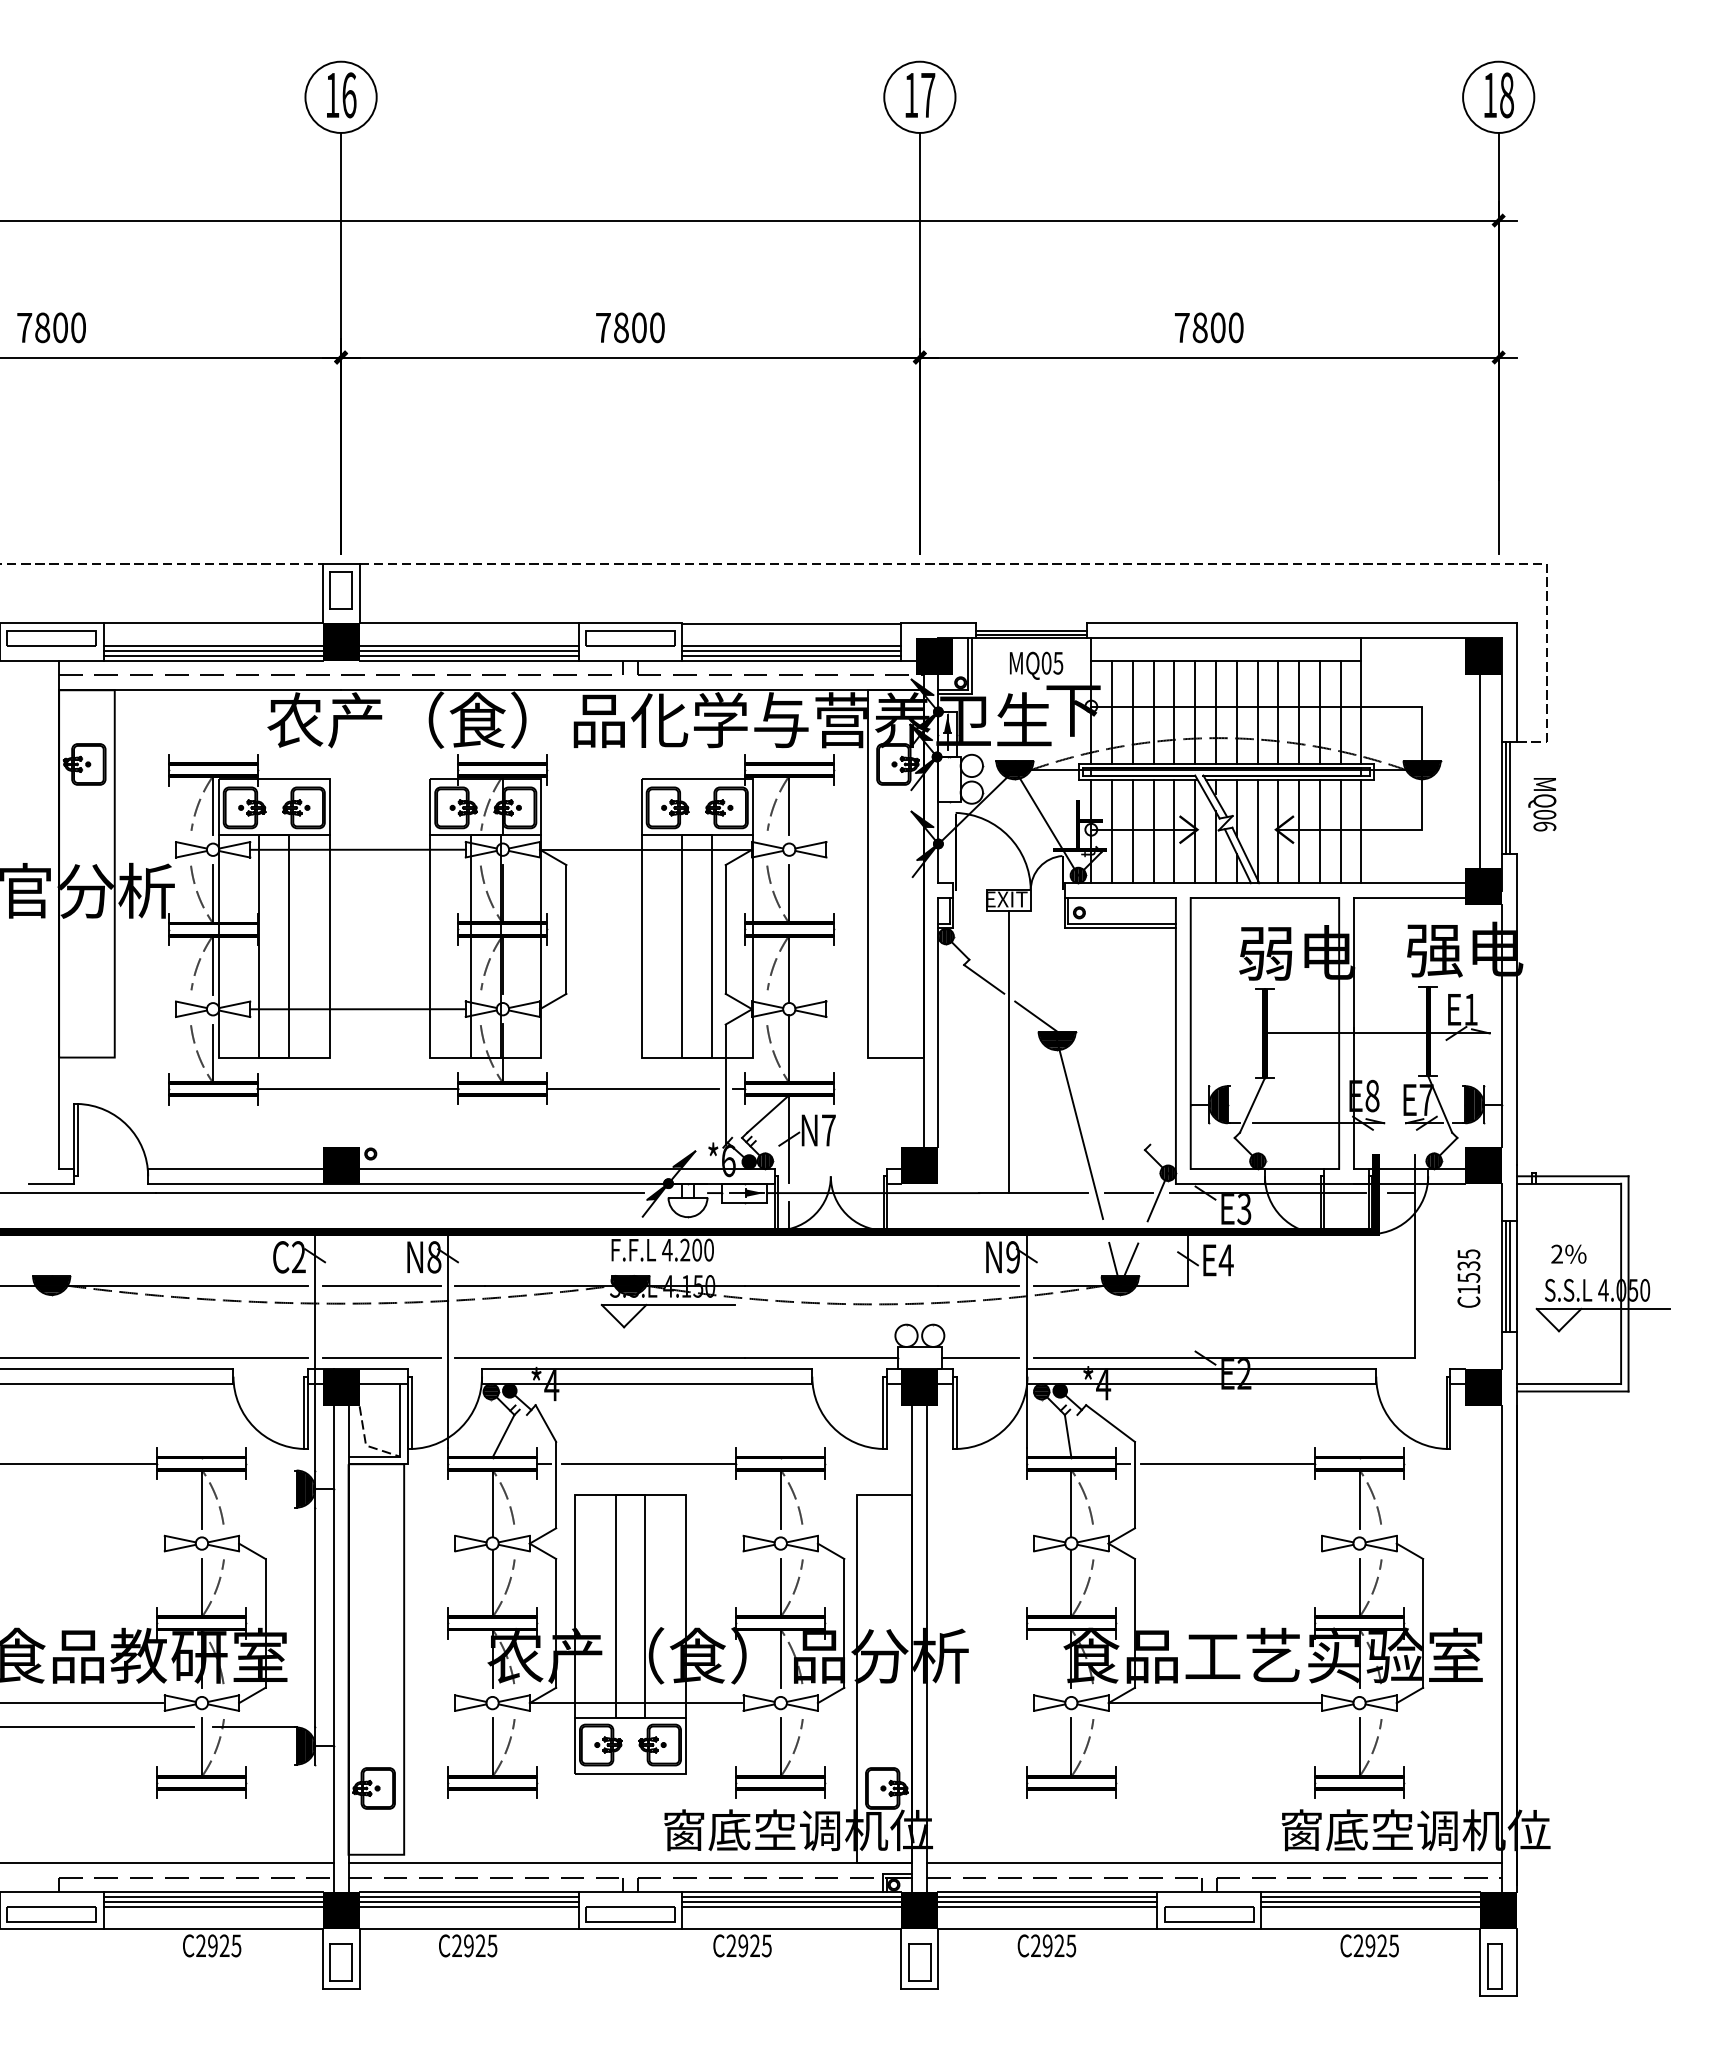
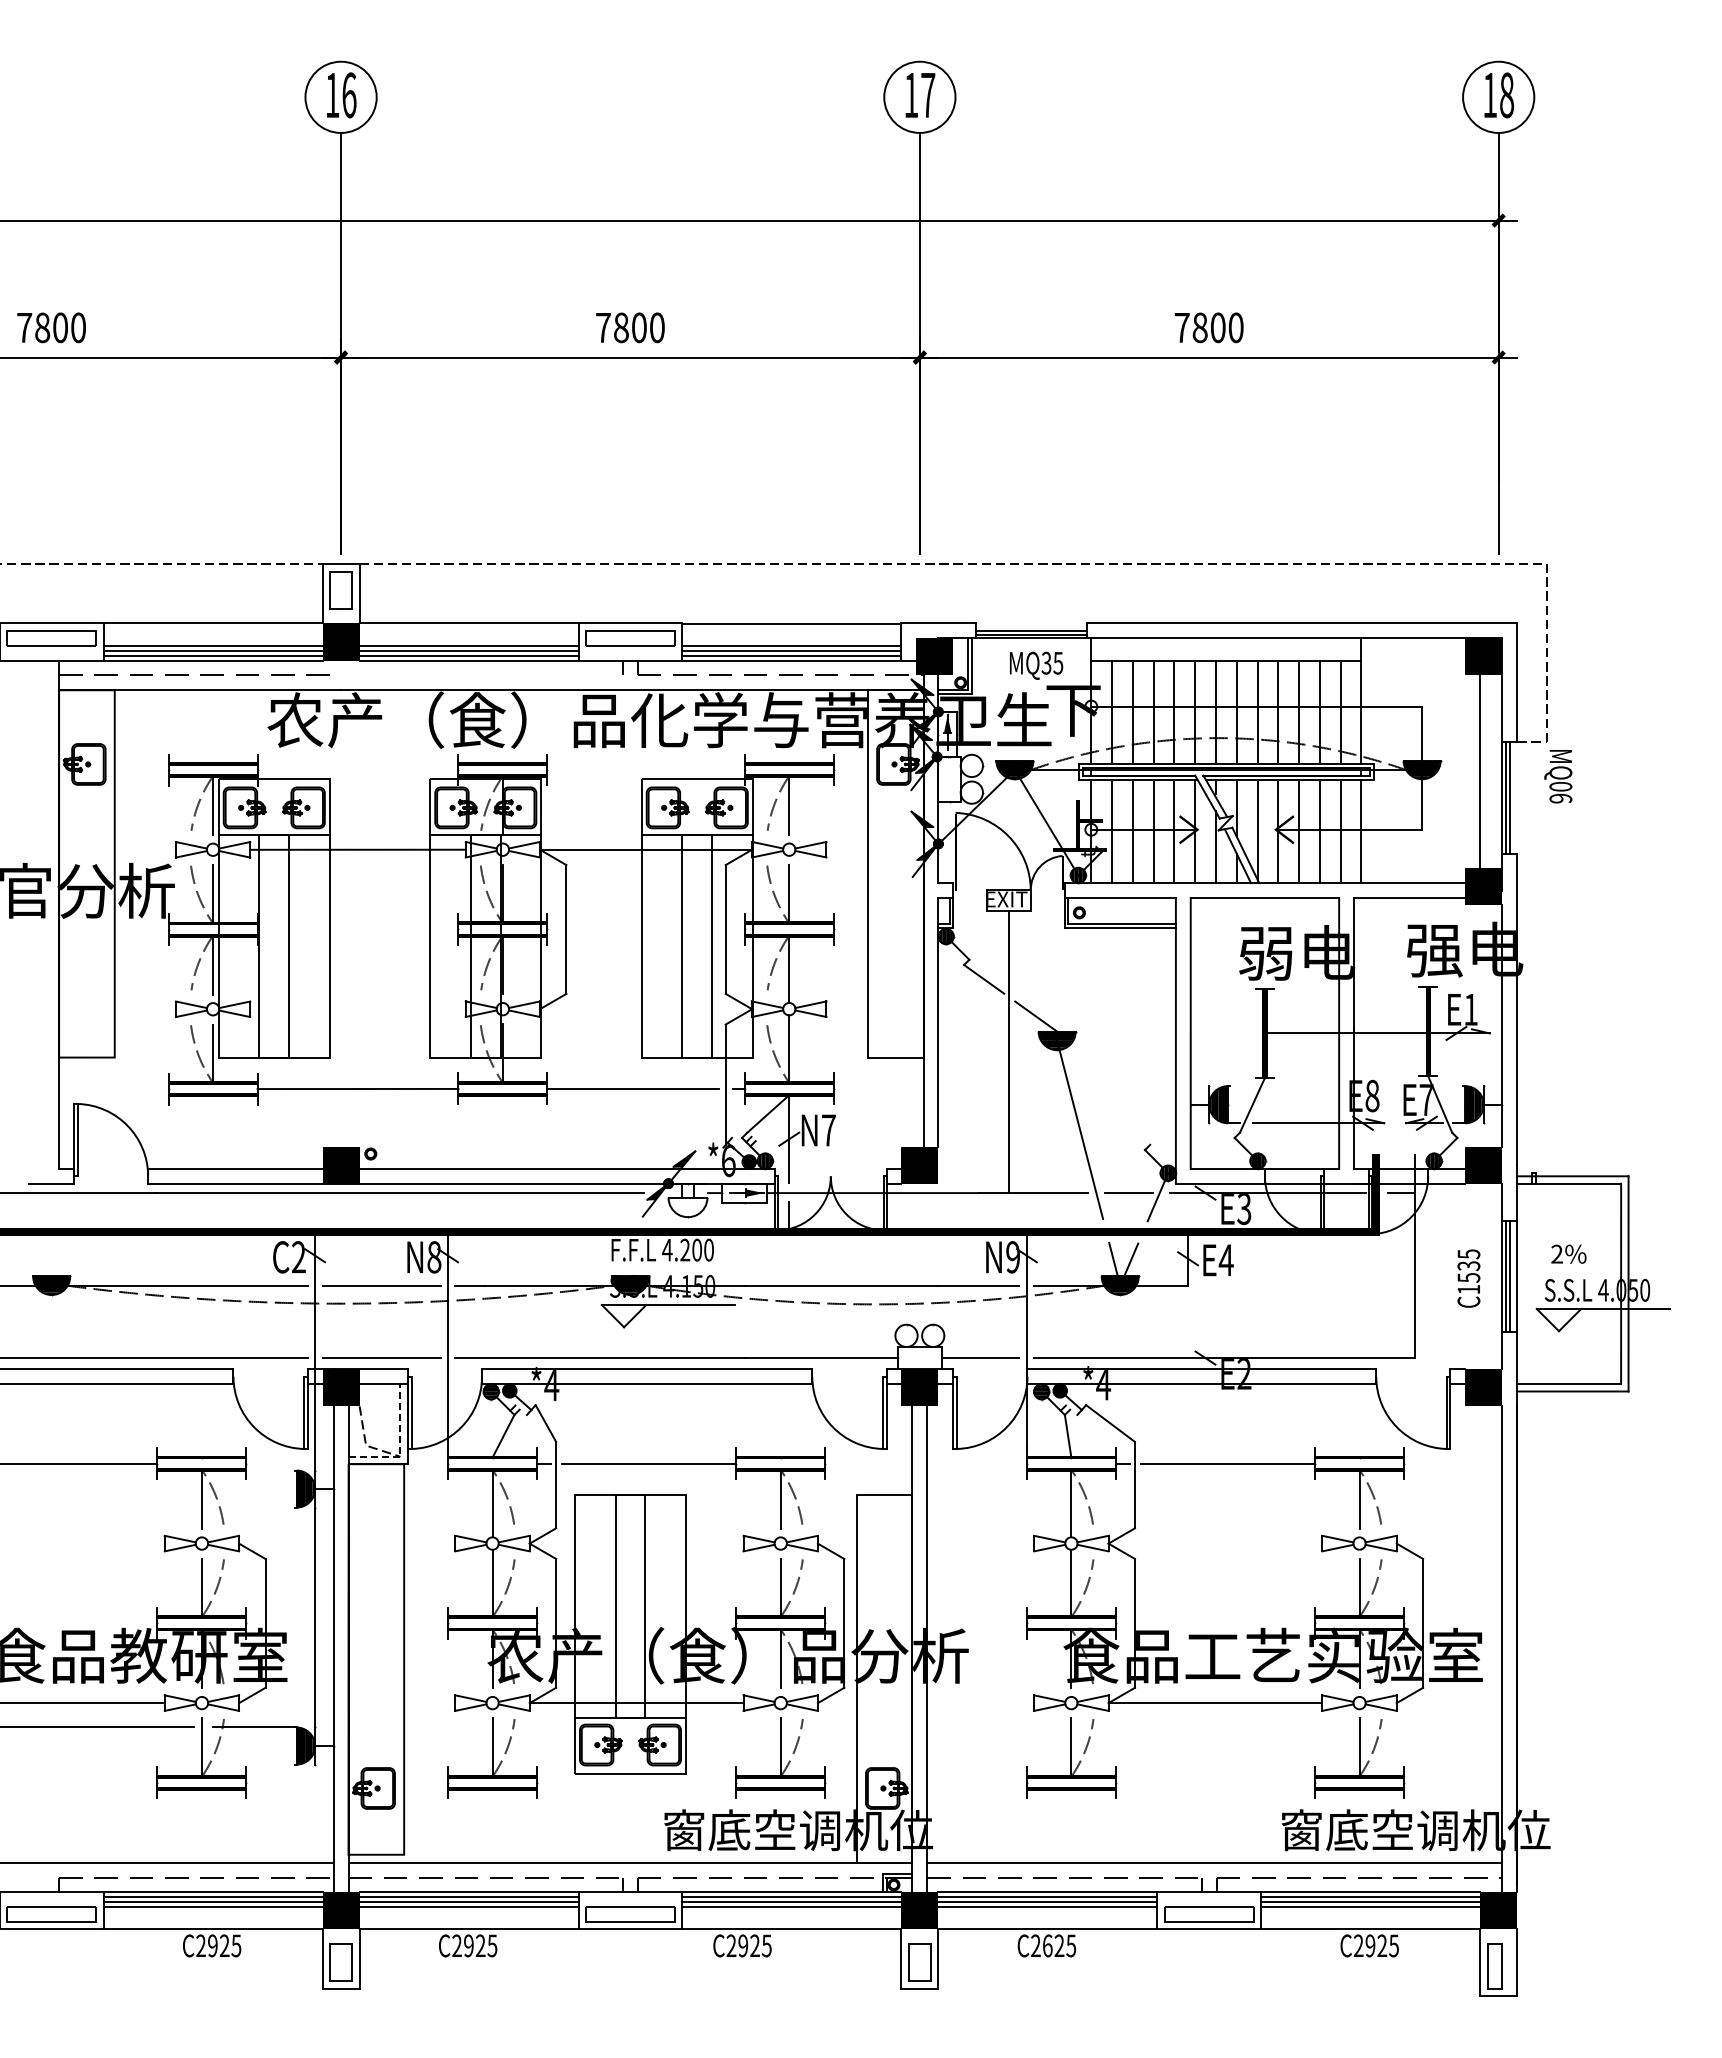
text at (1046, 663): MQ05 -> MQ35
line at (470, 674): present -> none
text at (1542, 804) position: (1542, 804) -> (1558, 776)
line at (357, 1009): present -> none
line at (400, 1446): solid -> dashed
text at (1047, 1945): C2925 -> C2625
